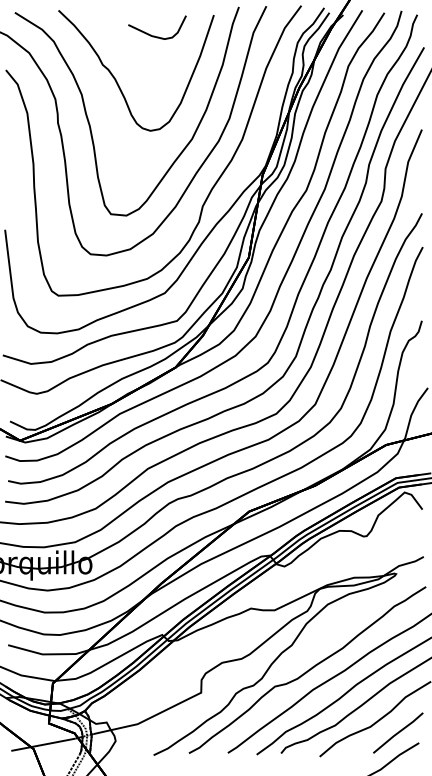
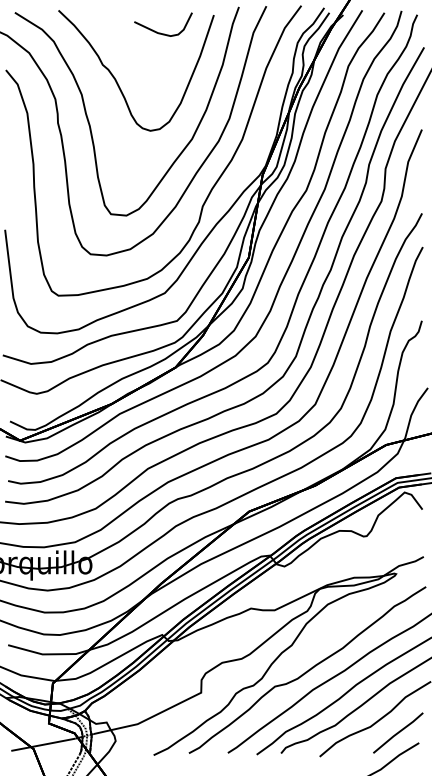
part at (154, 35) position: (154, 35) -> (160, 32)
